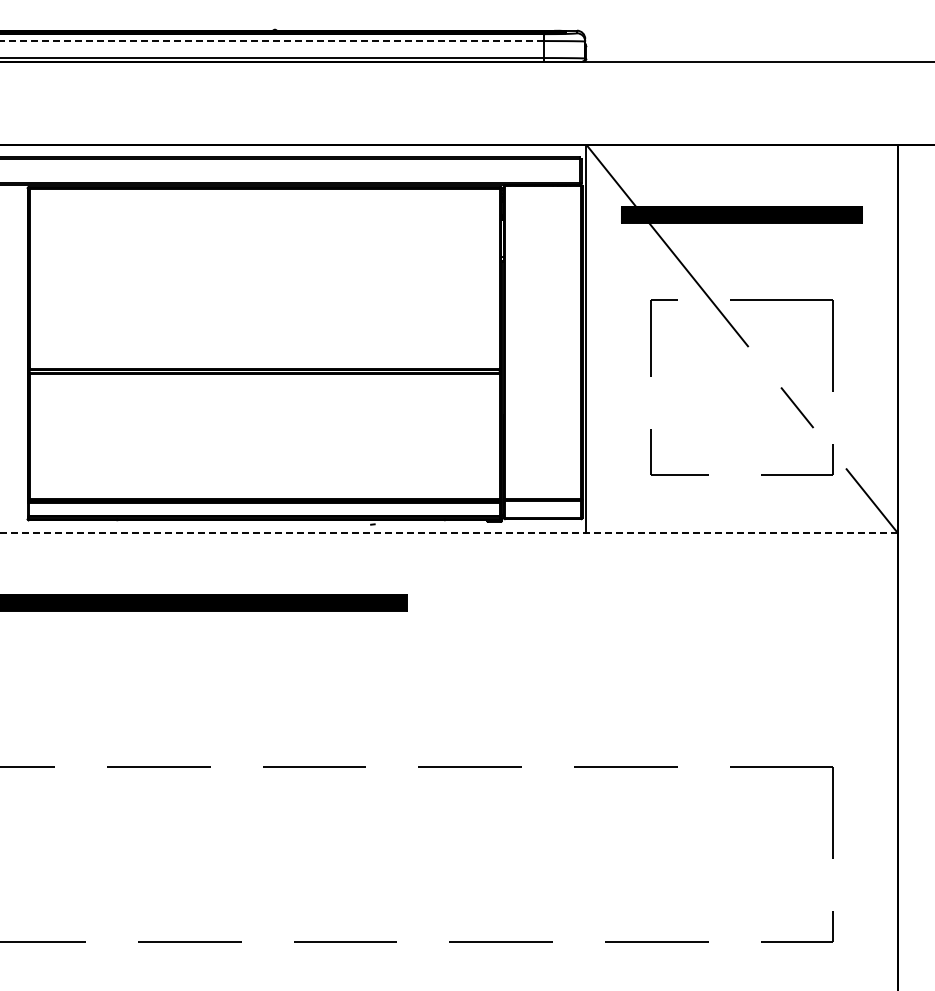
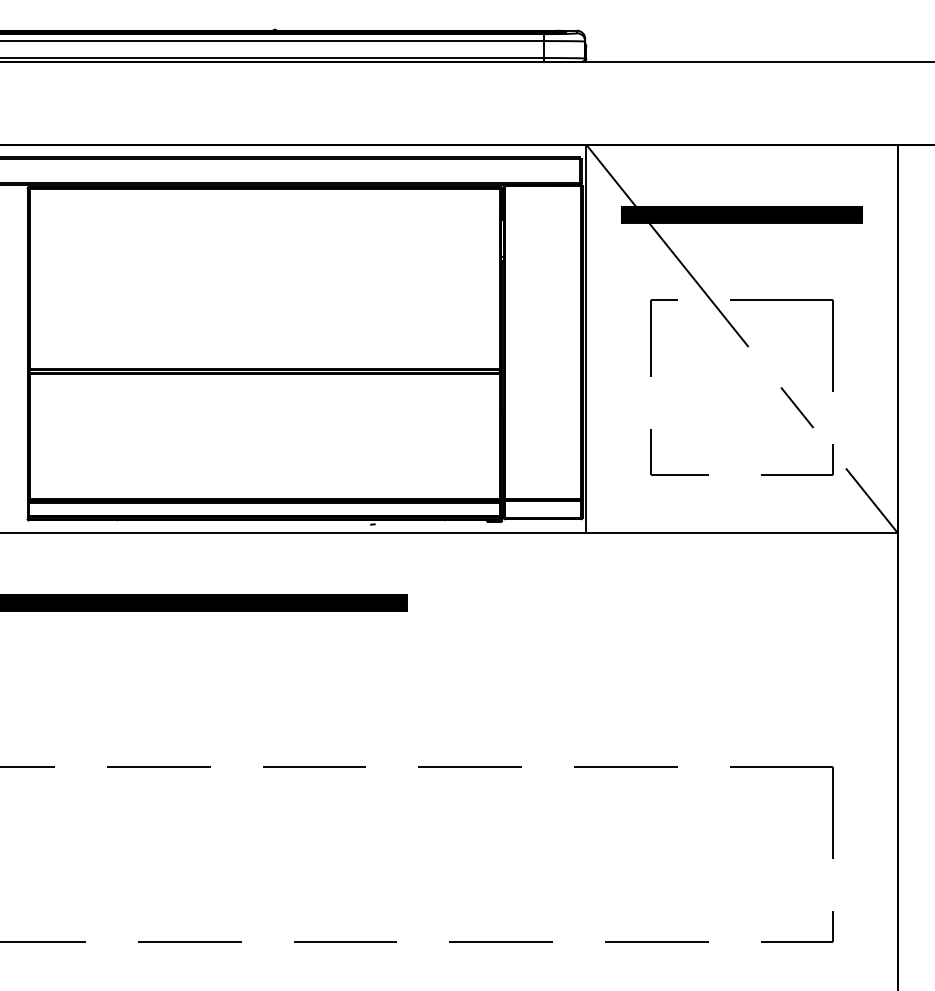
line at (271, 41): dashed -> solid
line at (448, 532): dashed -> solid
